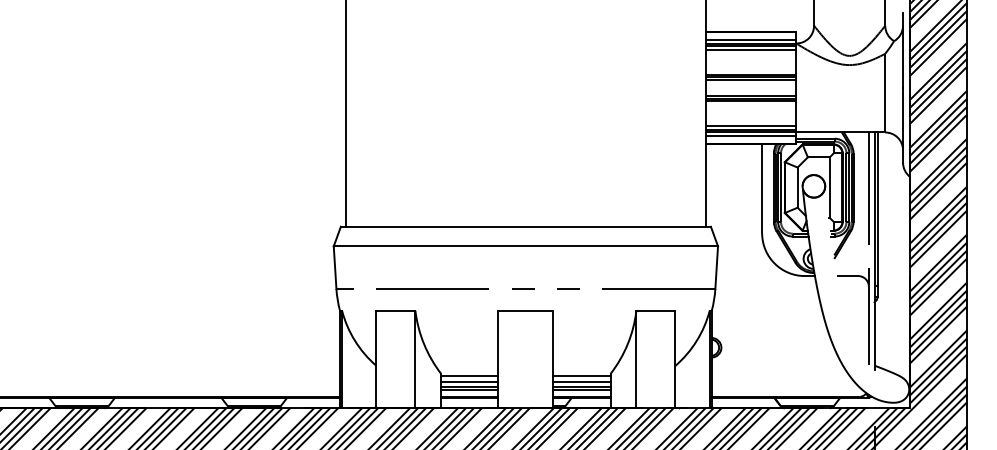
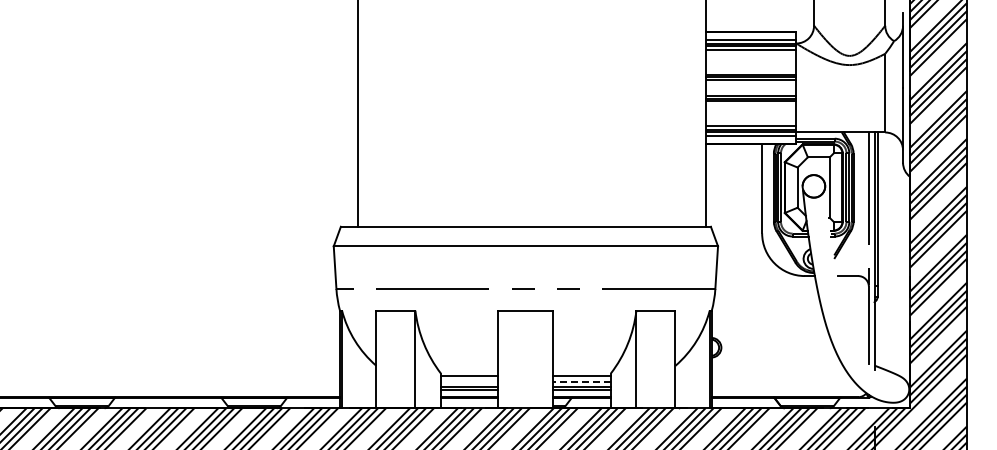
line at (346, 114) position: (346, 114) -> (358, 114)
line at (469, 382): present -> none
line at (582, 382): solid -> dashed
